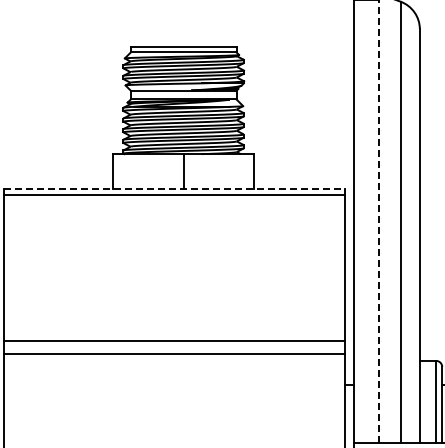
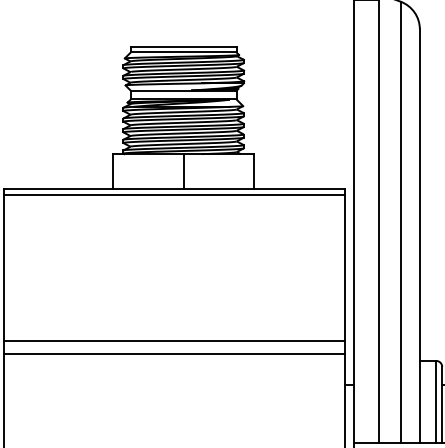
line at (175, 189): dashed -> solid
line at (378, 221): dashed -> solid
